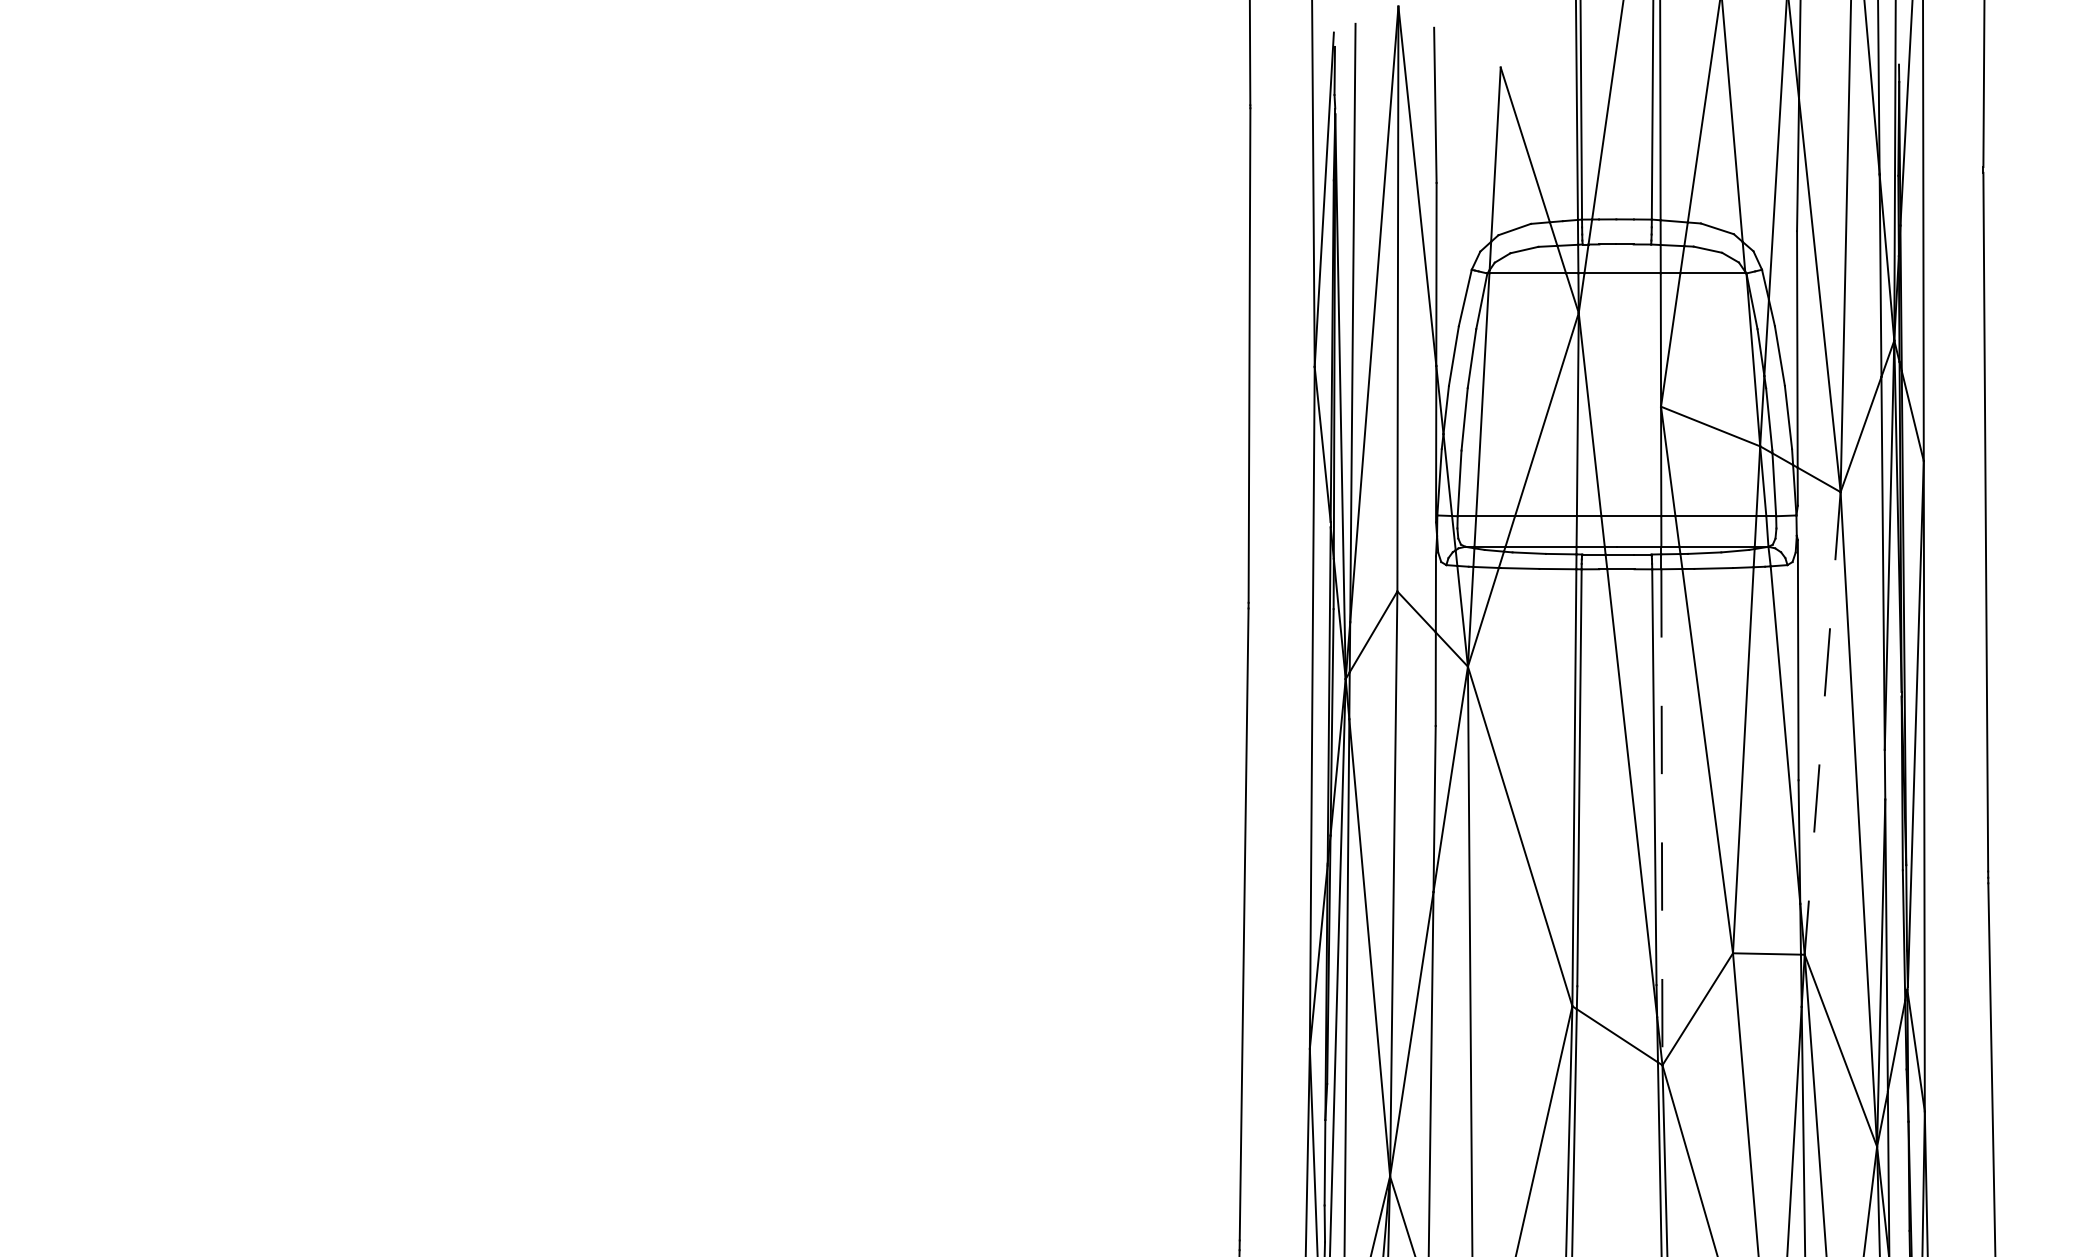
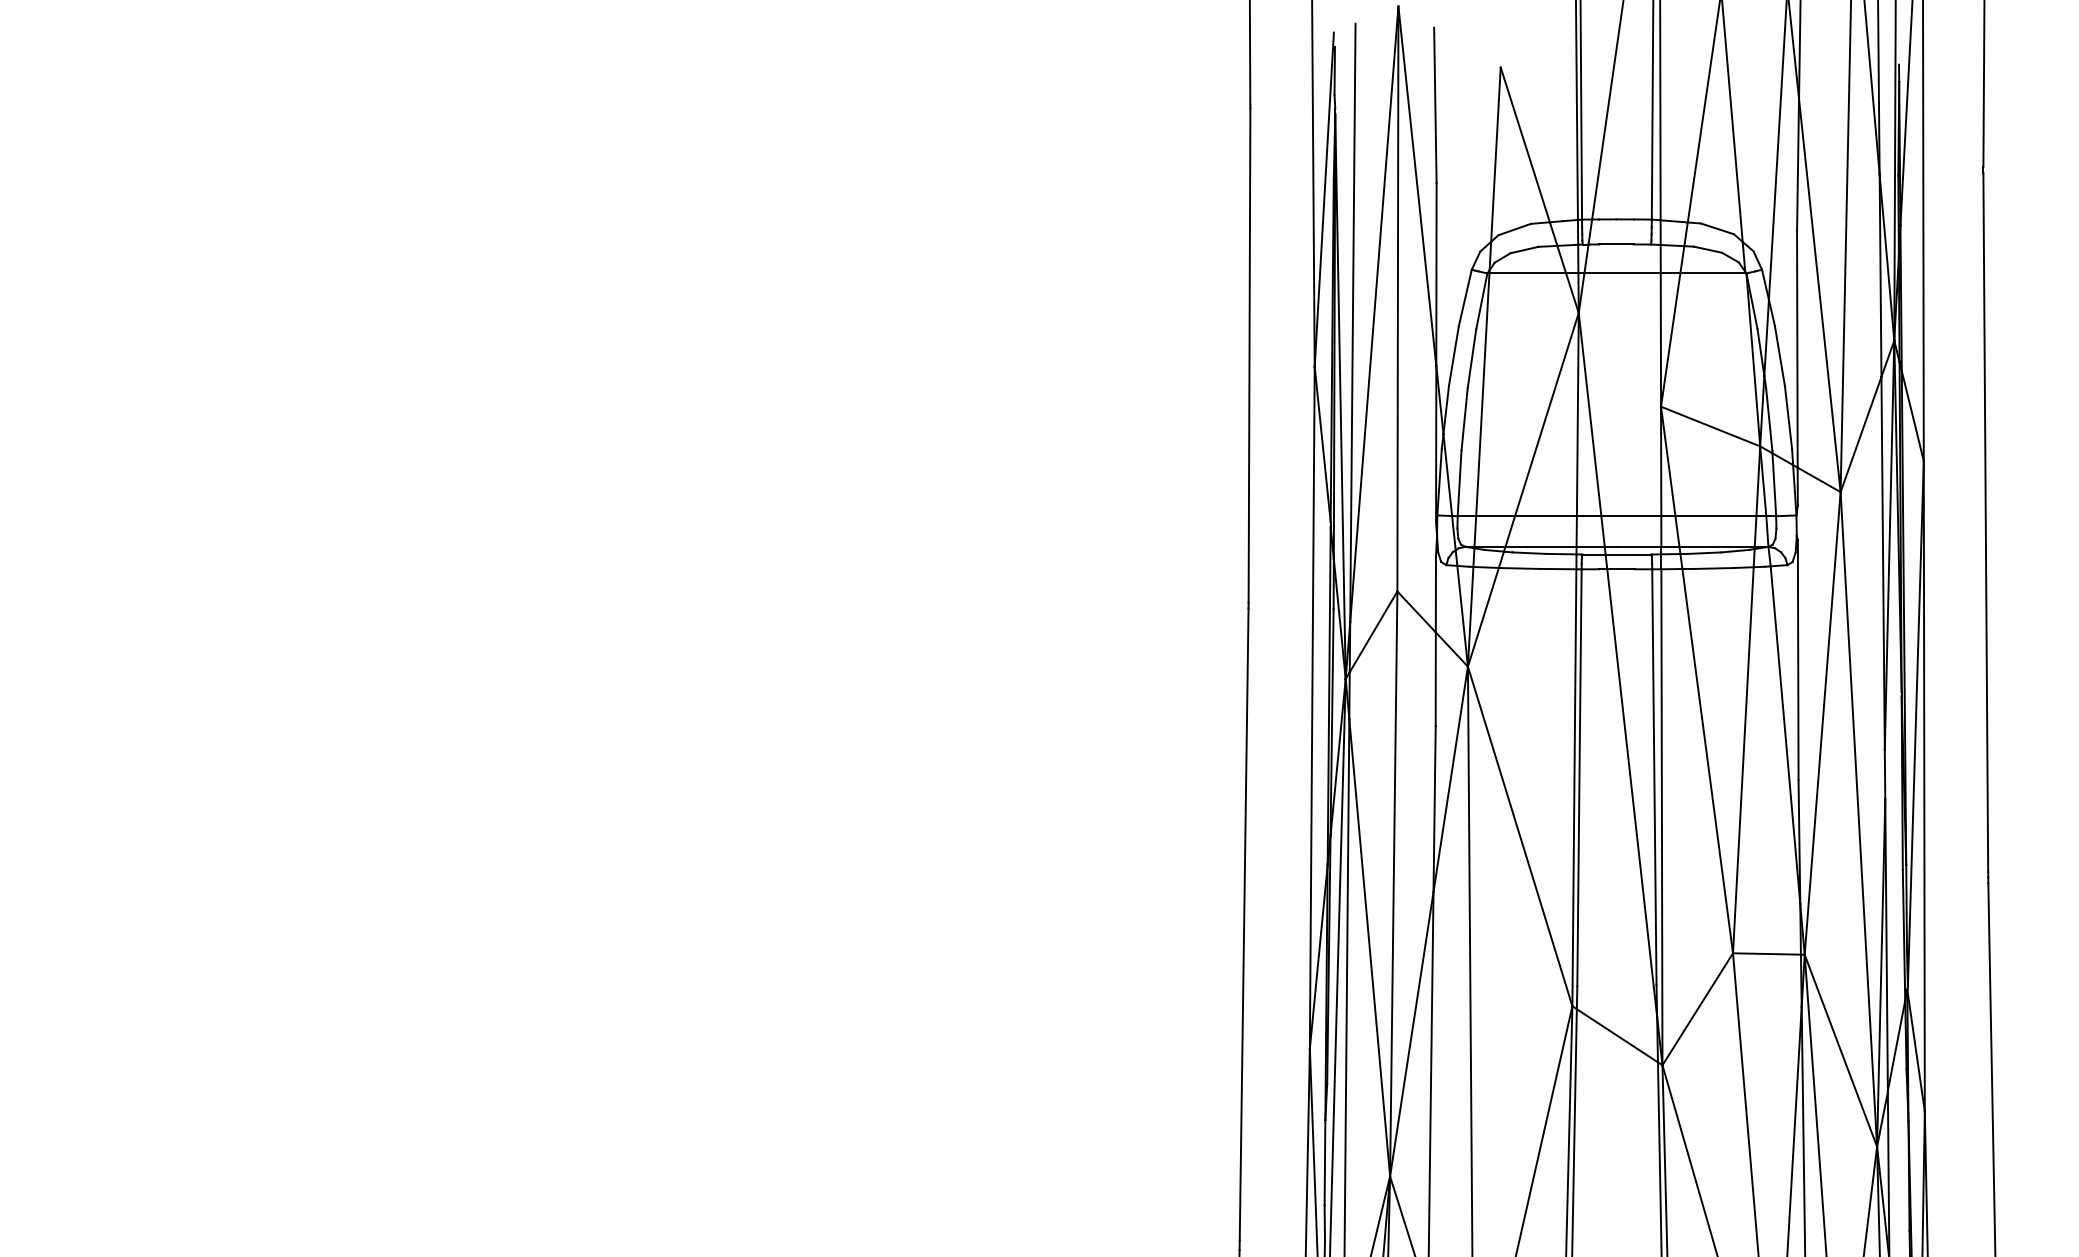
line at (1822, 723): dashed -> solid
line at (1661, 817): dashed -> solid
